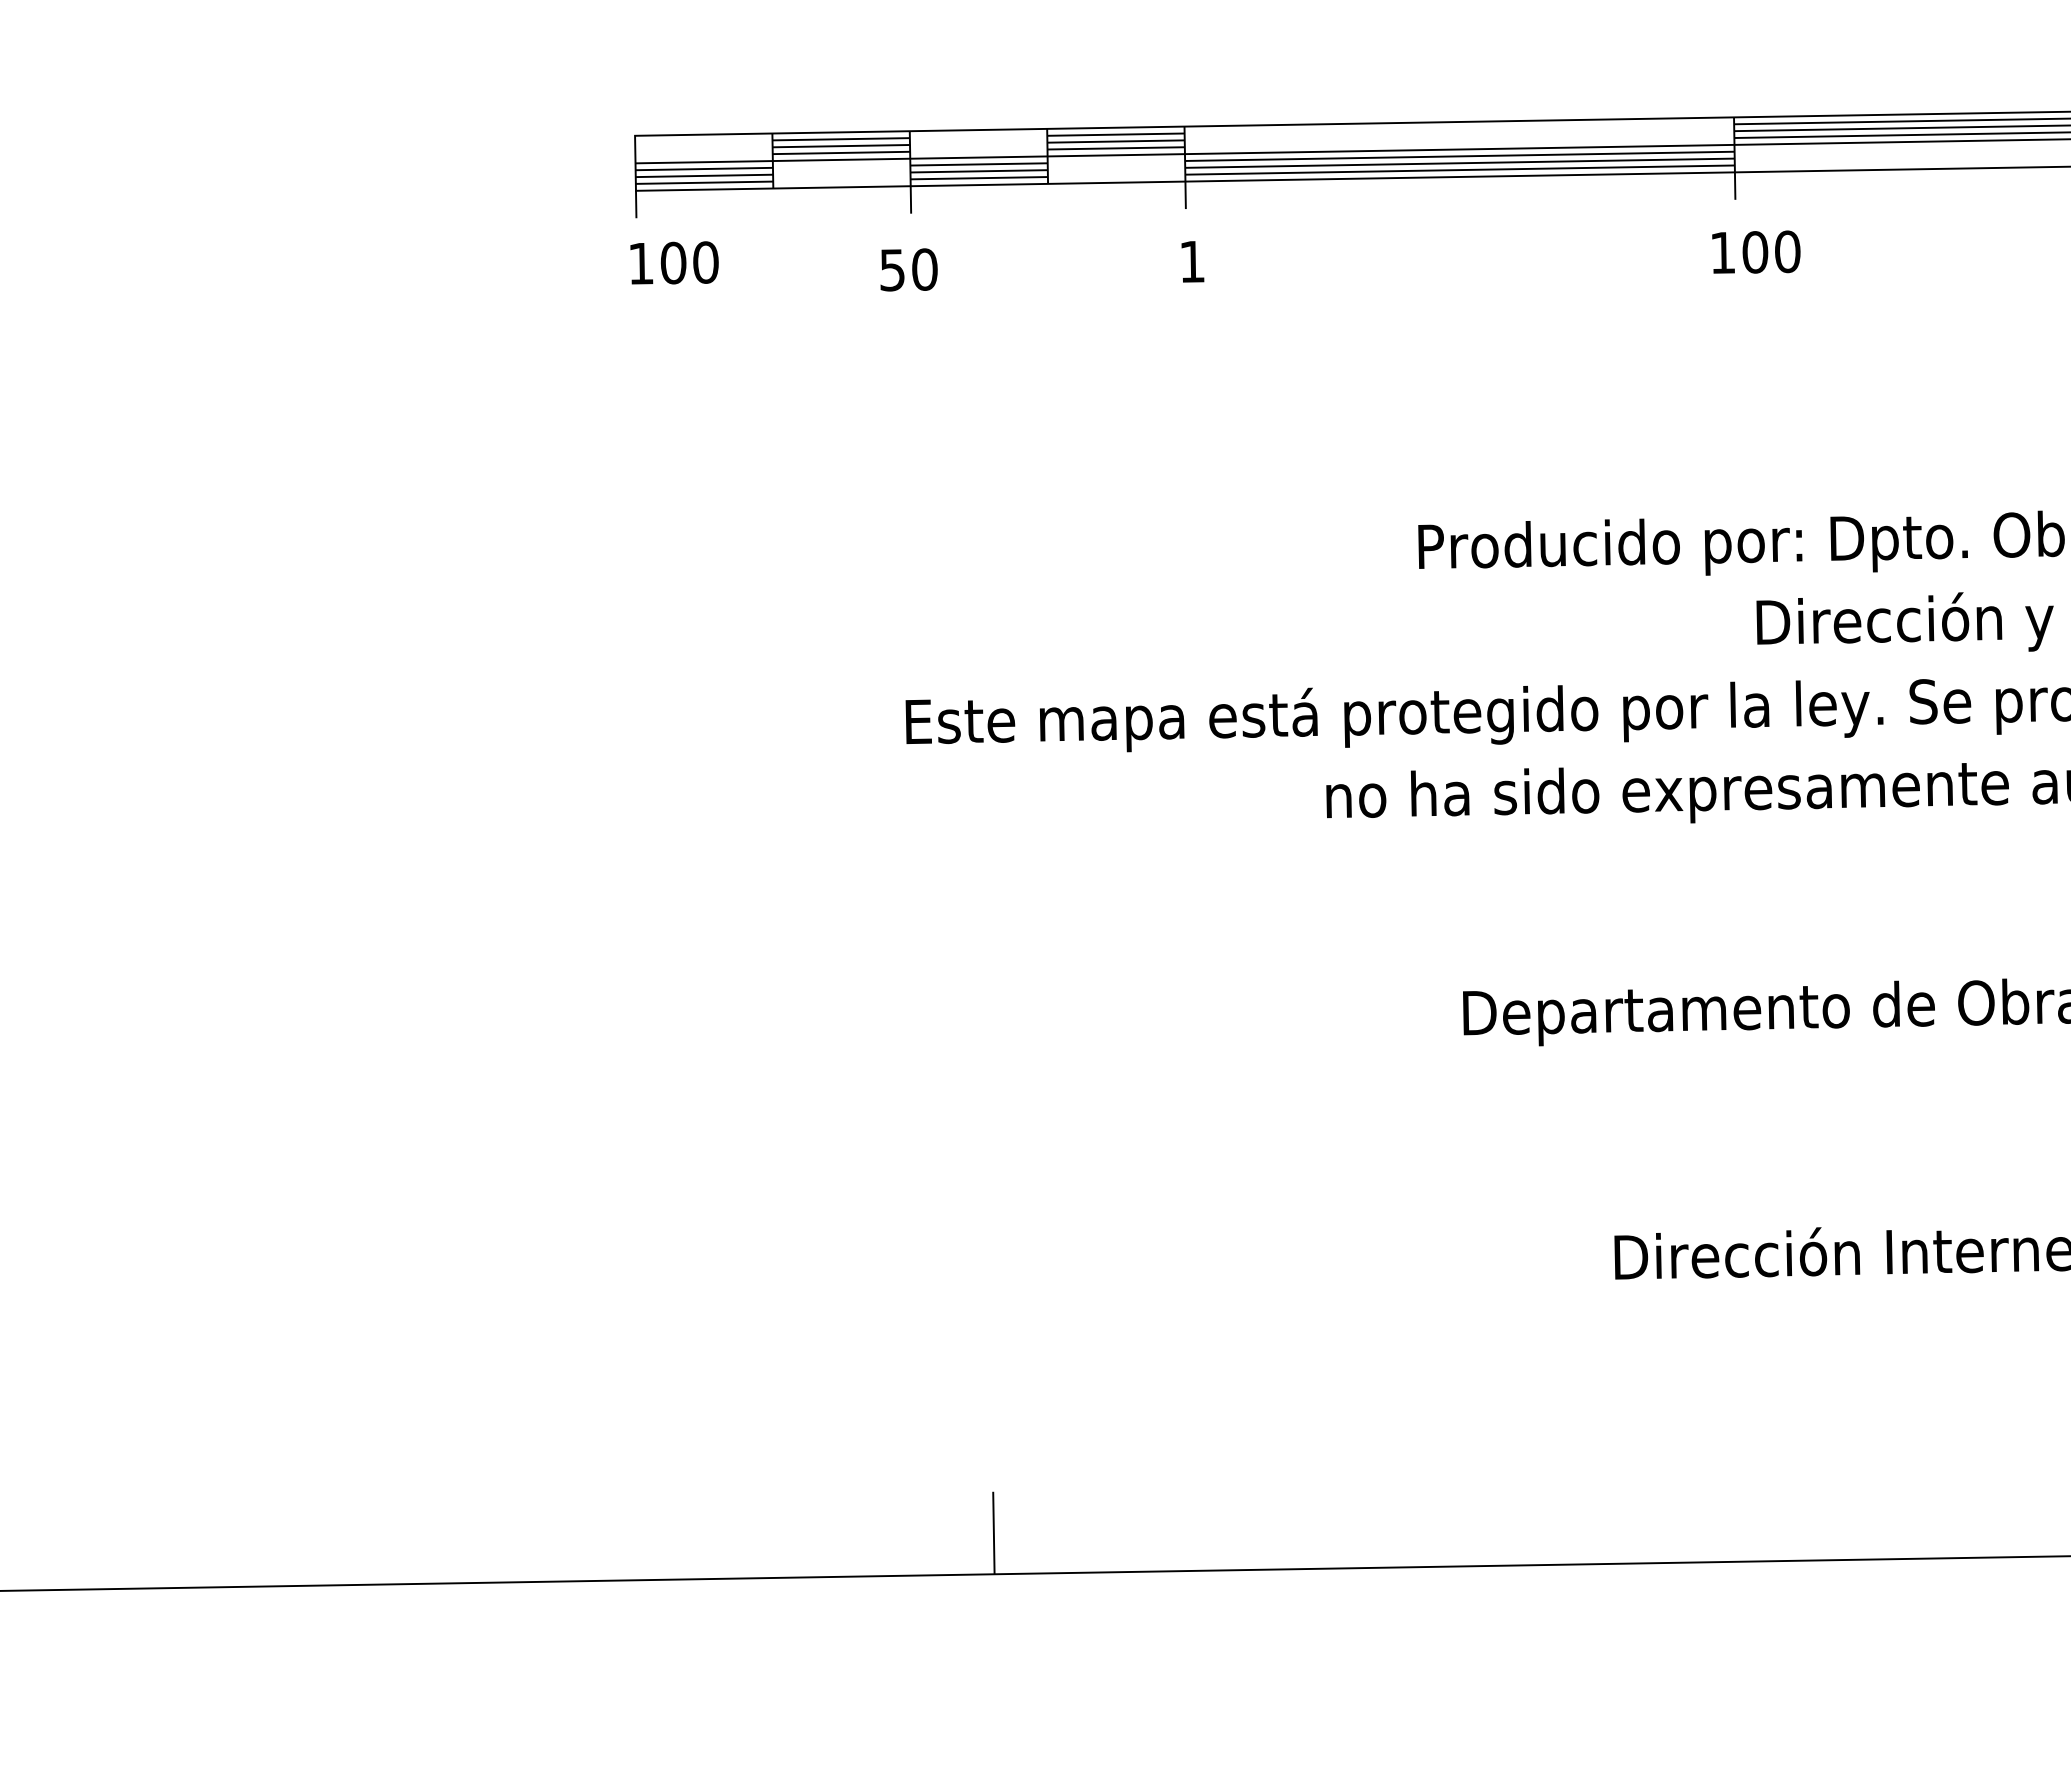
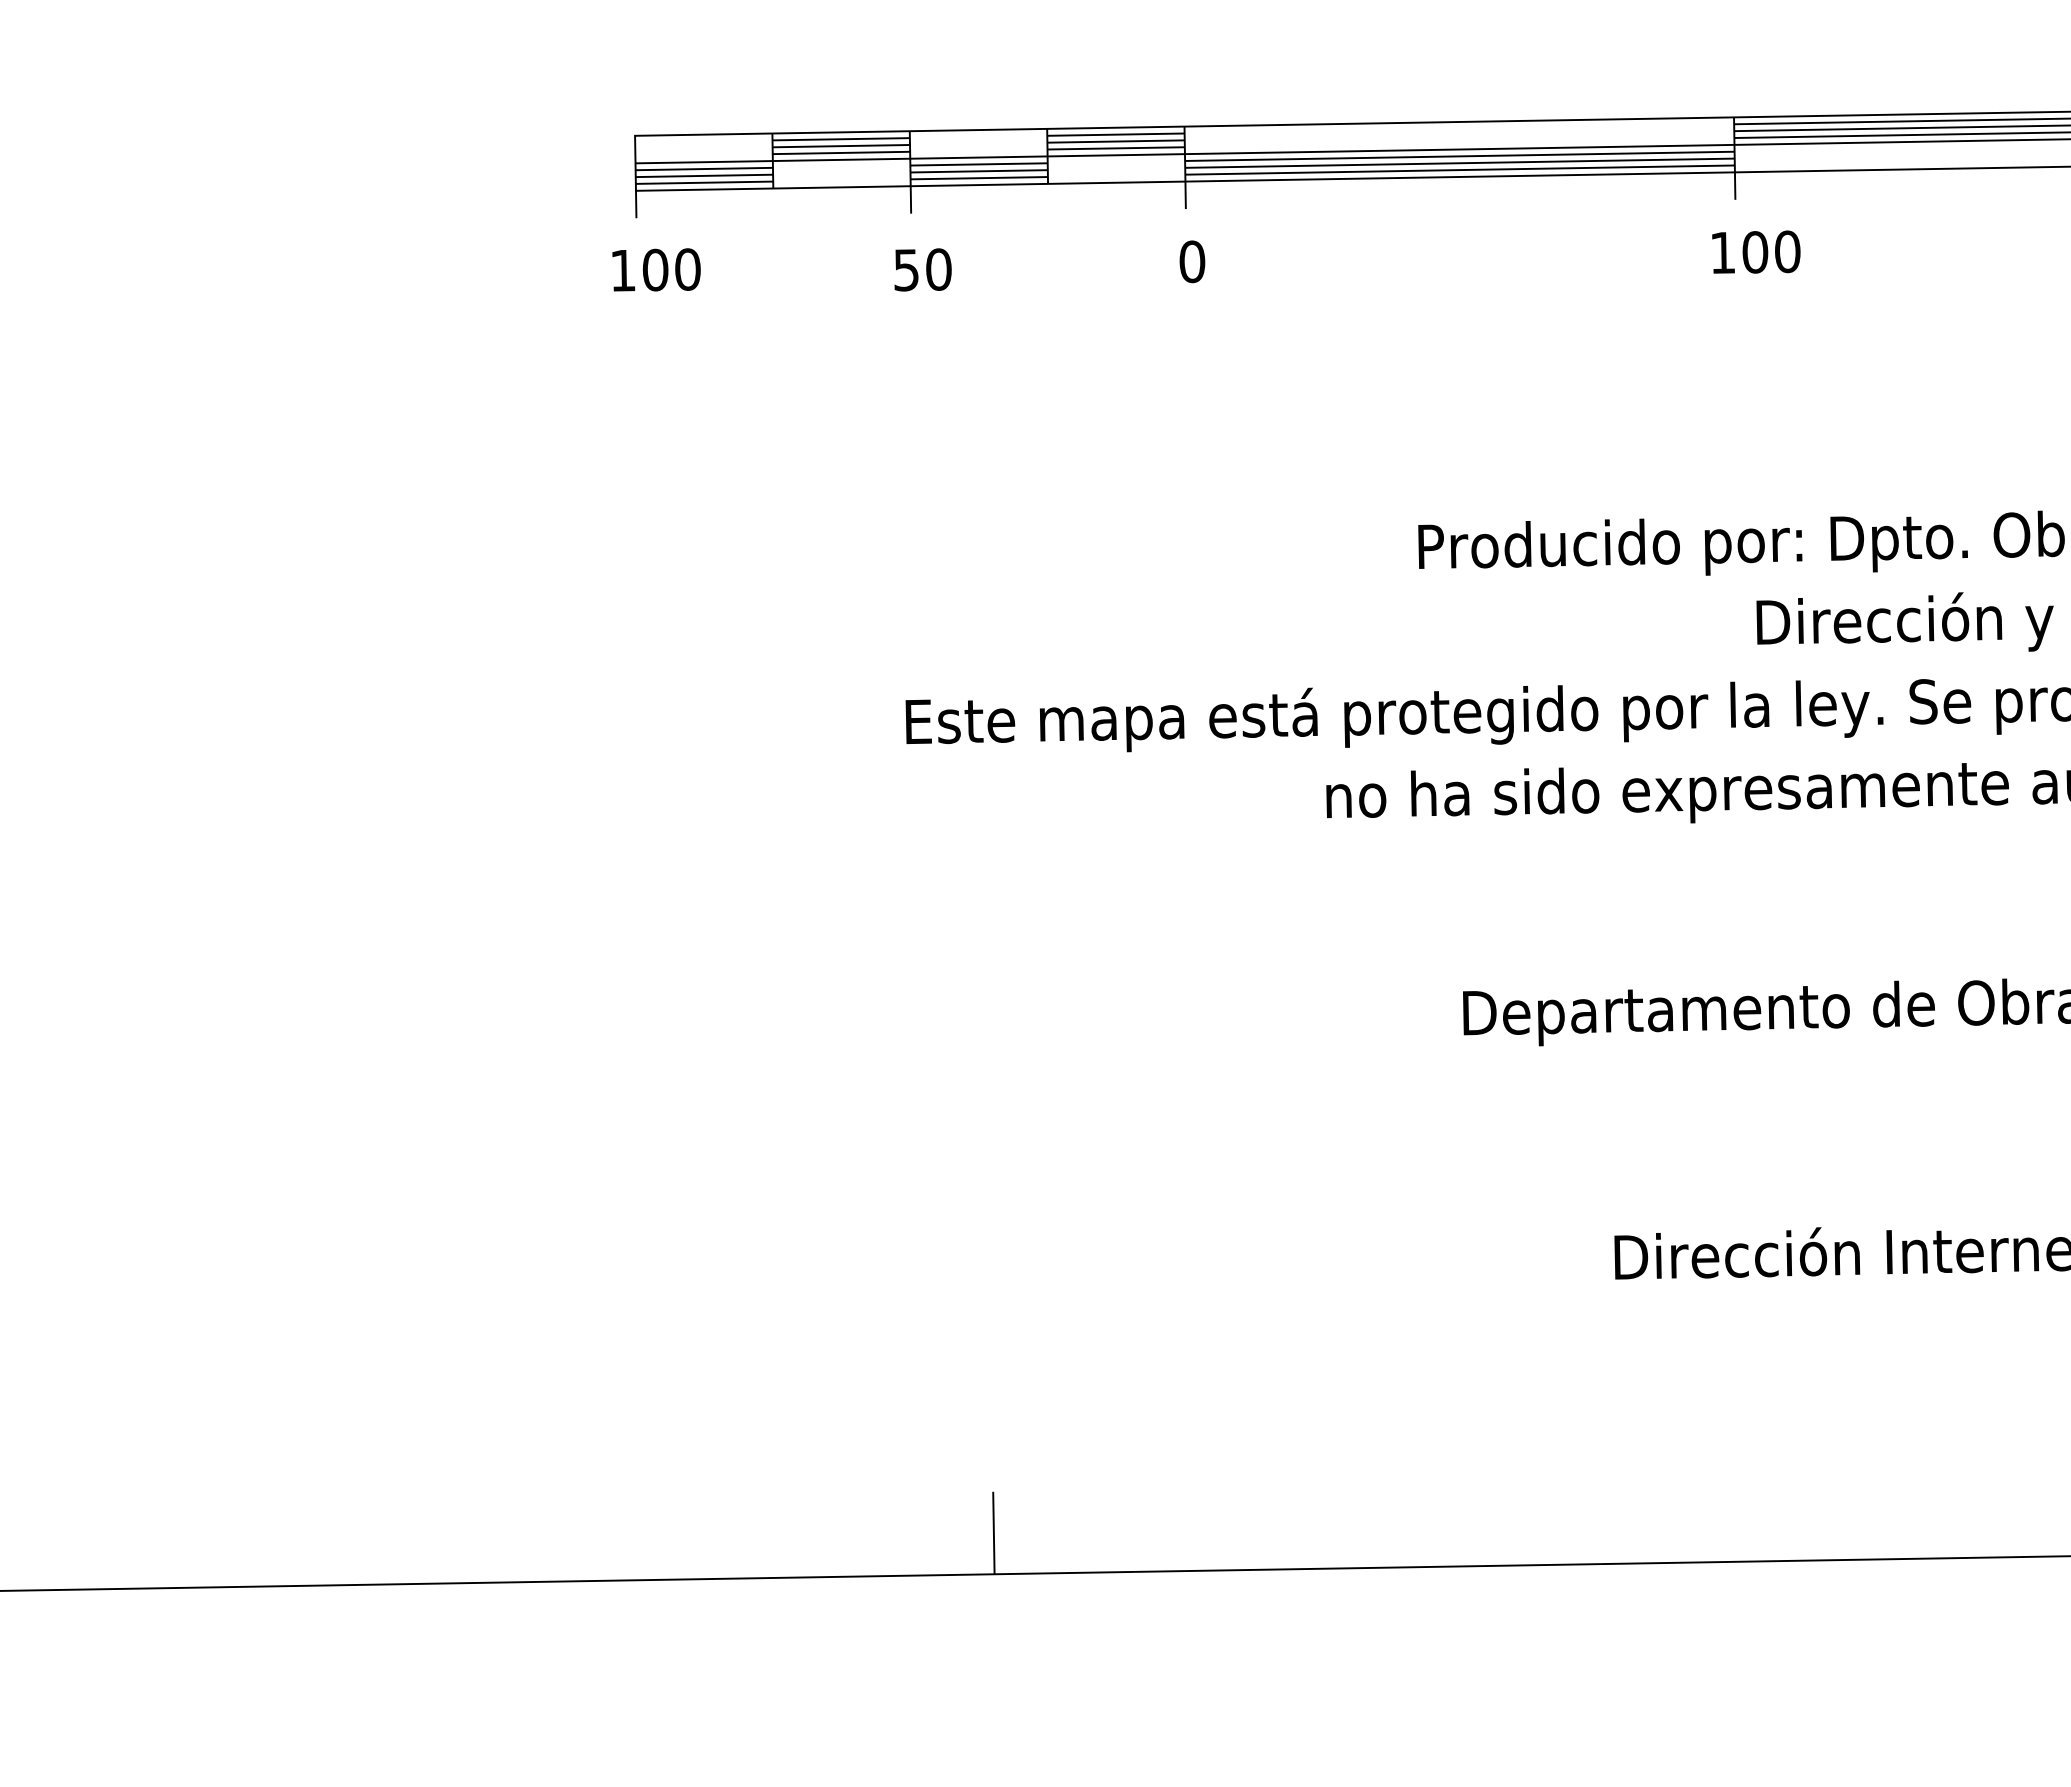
text at (1192, 261): 1 -> 0
text at (674, 262) position: (674, 262) -> (656, 269)
text at (908, 269) position: (908, 269) -> (922, 269)
